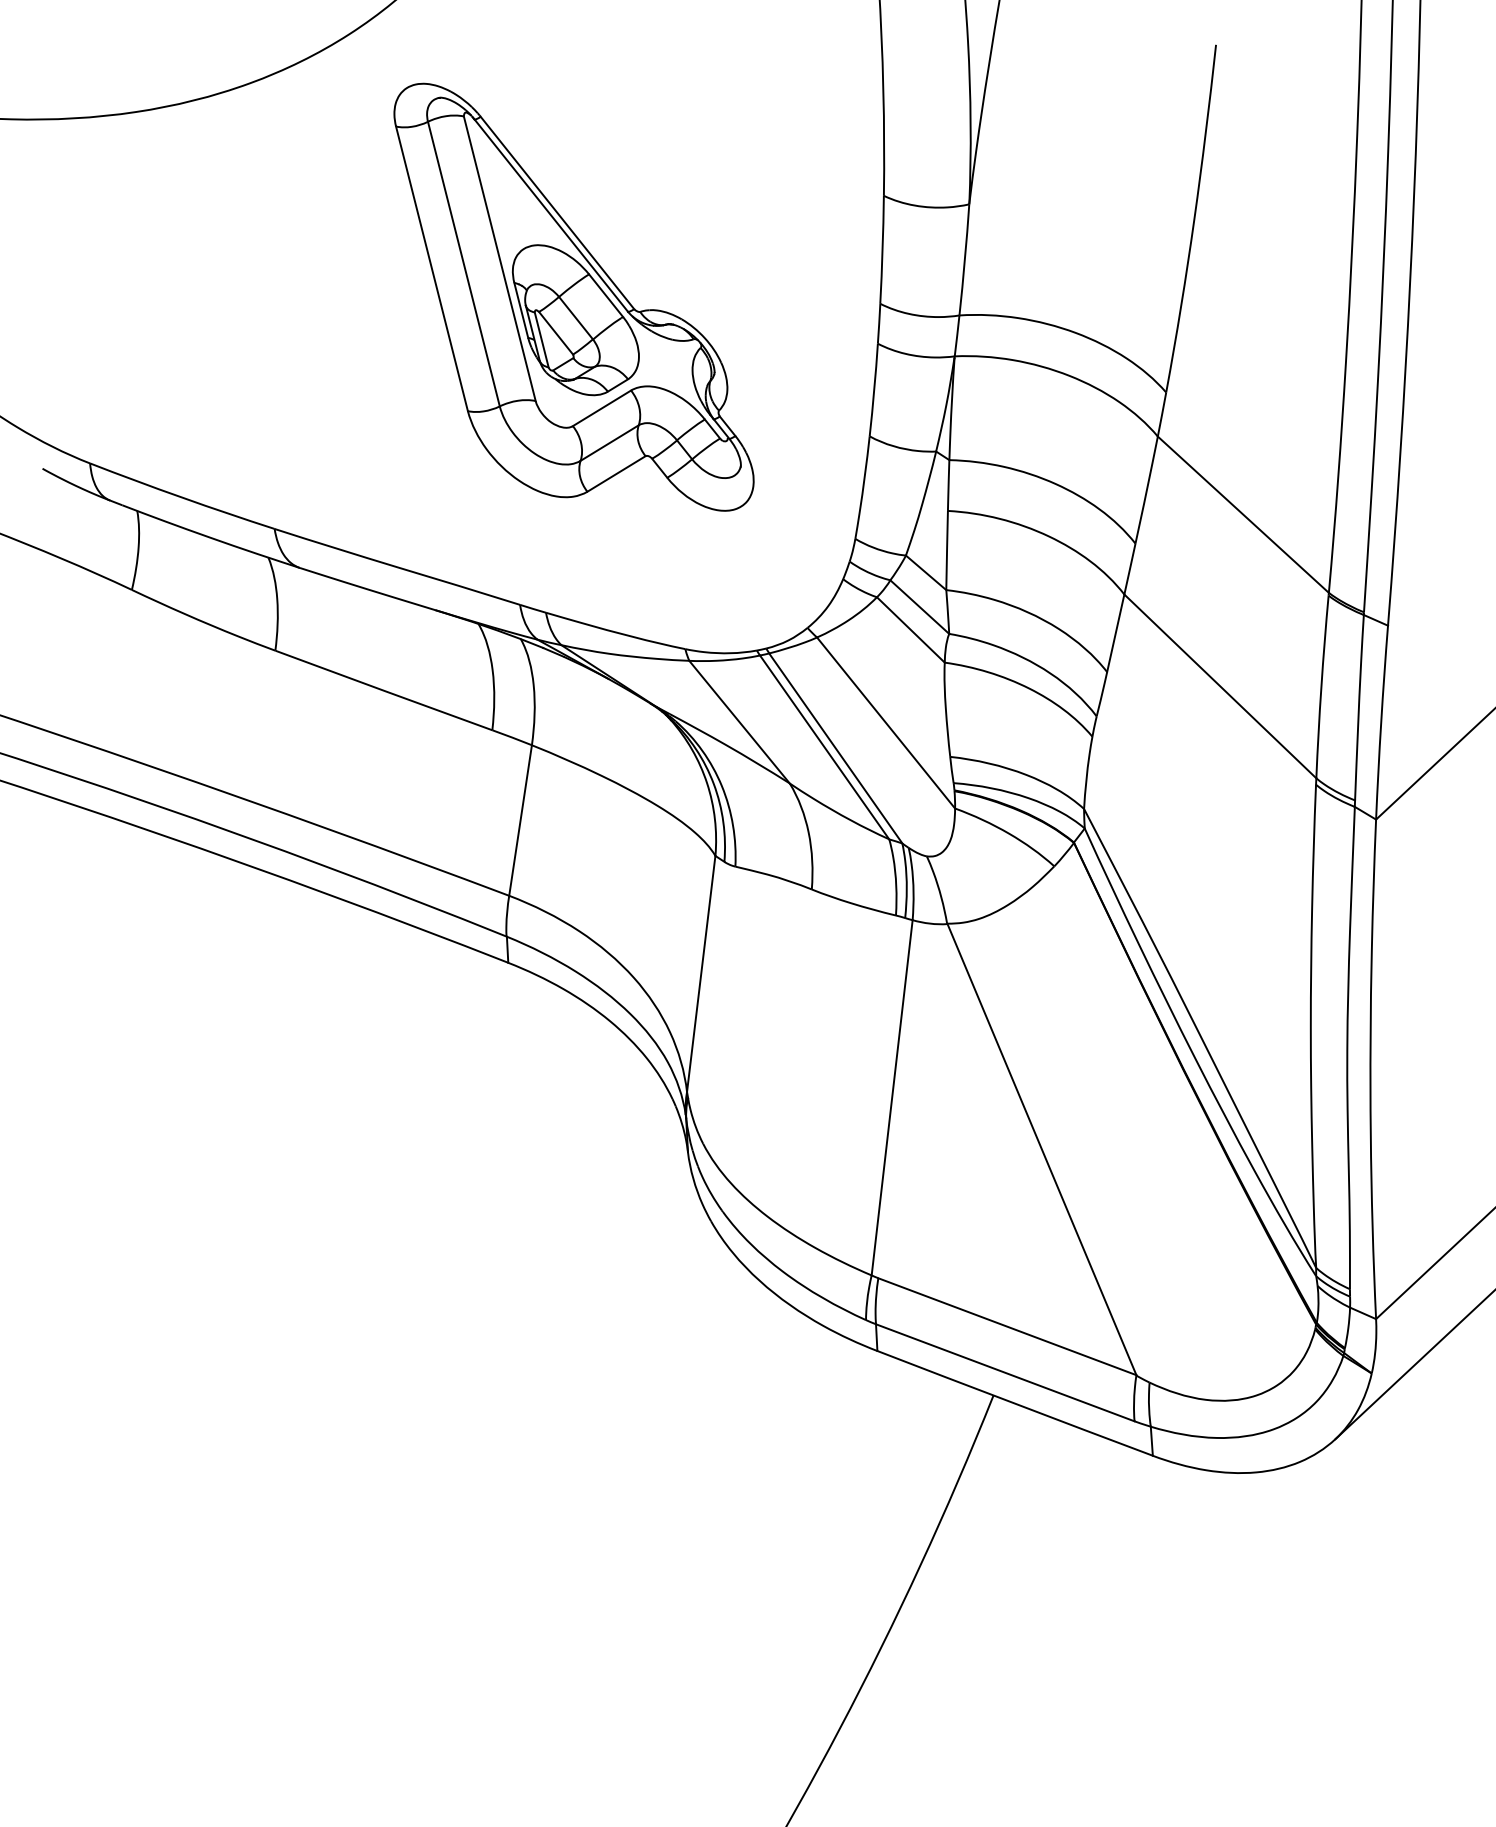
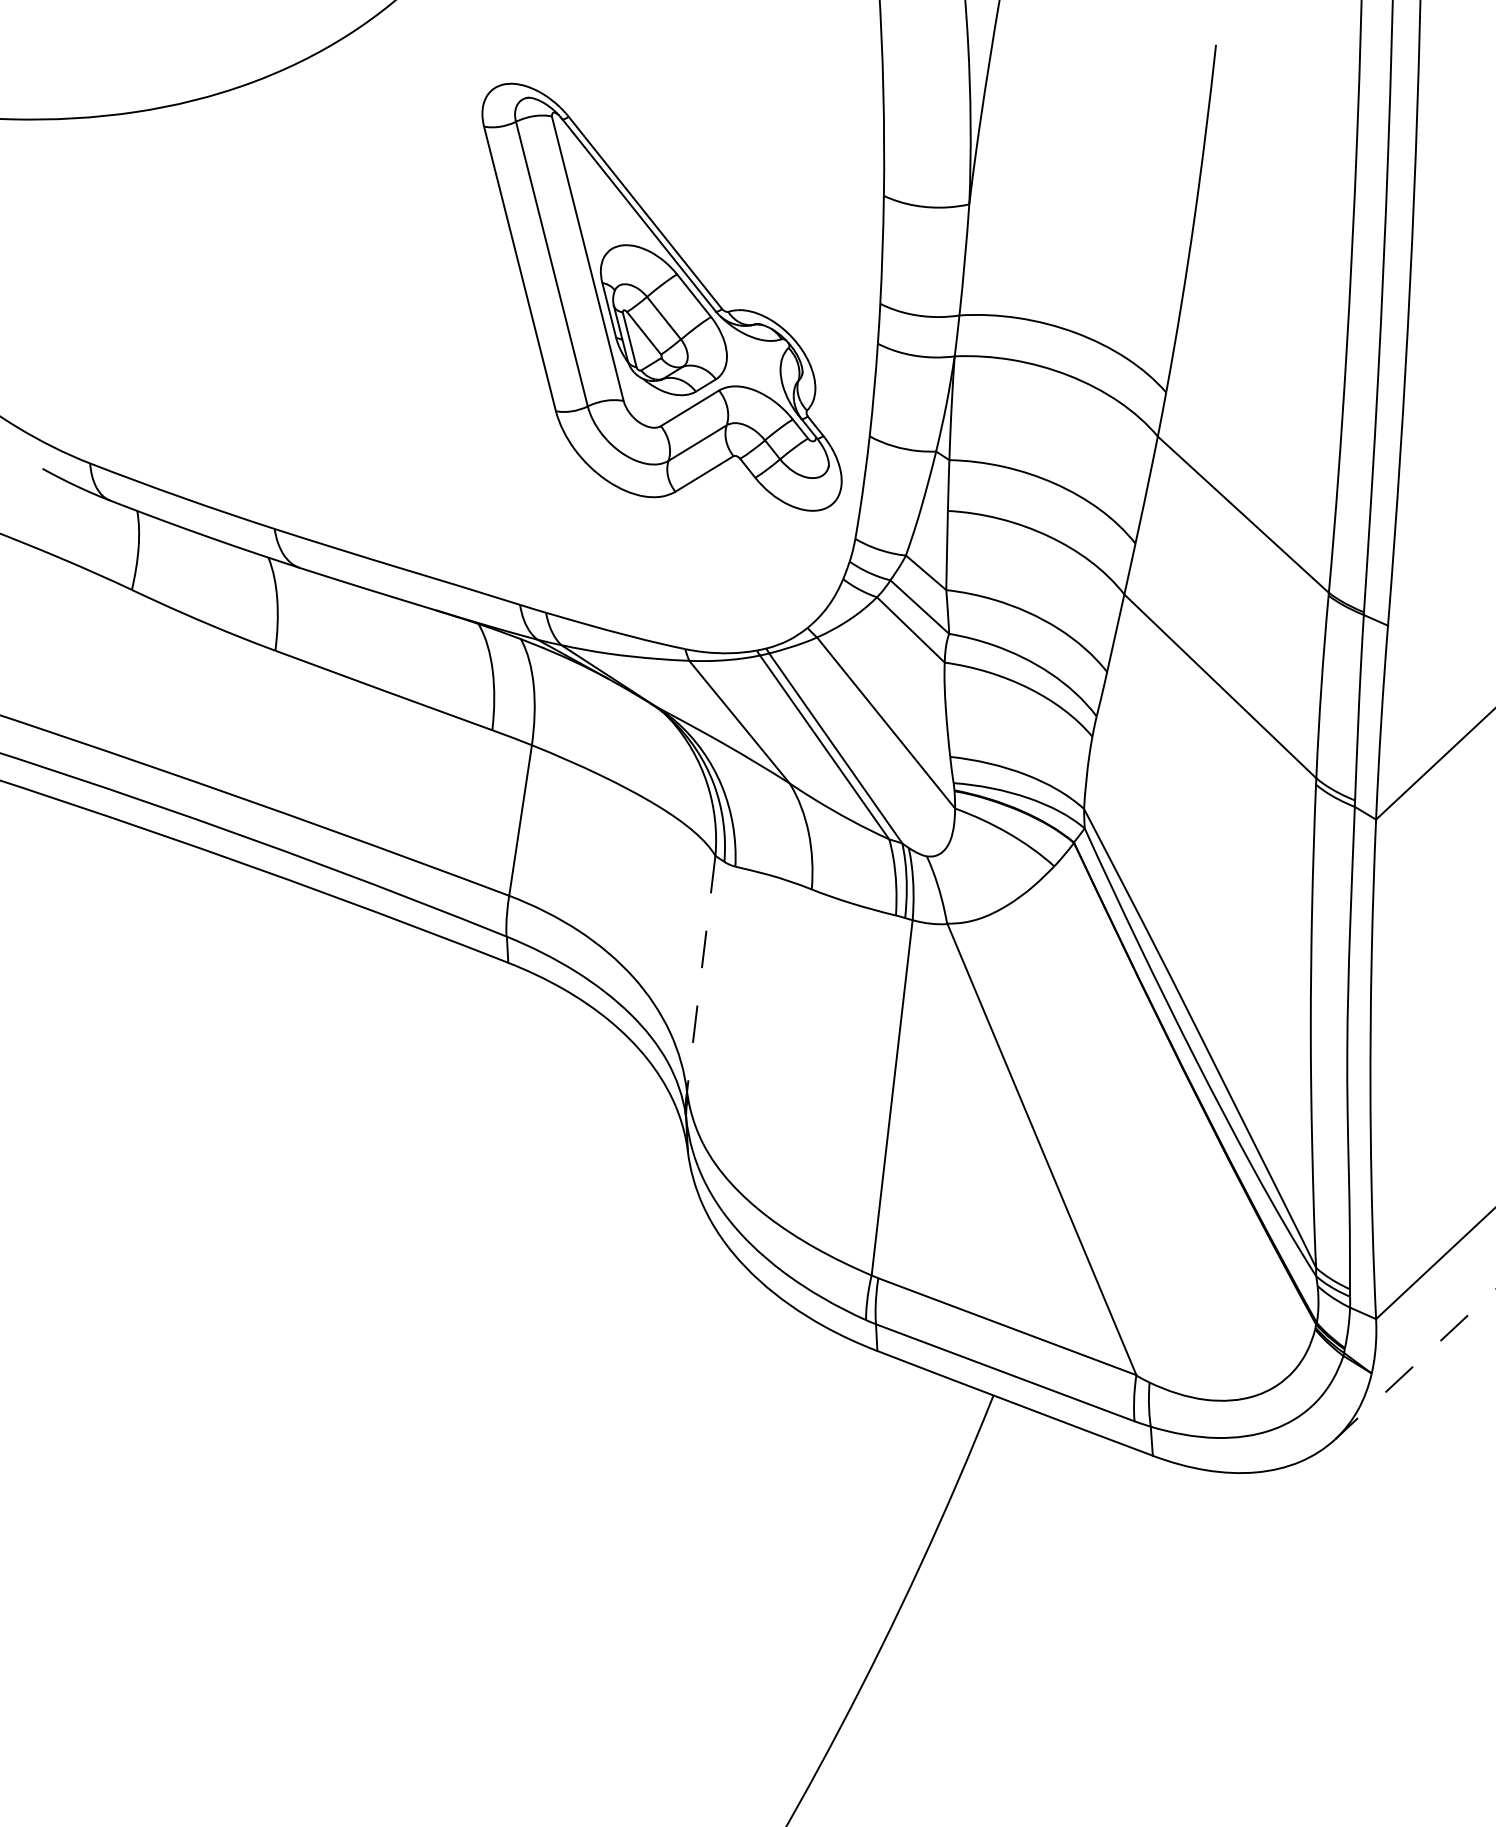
part at (573, 296) position: (573, 296) -> (661, 296)
line at (701, 974): solid -> dashed
line at (1415, 1364): solid -> dashed
